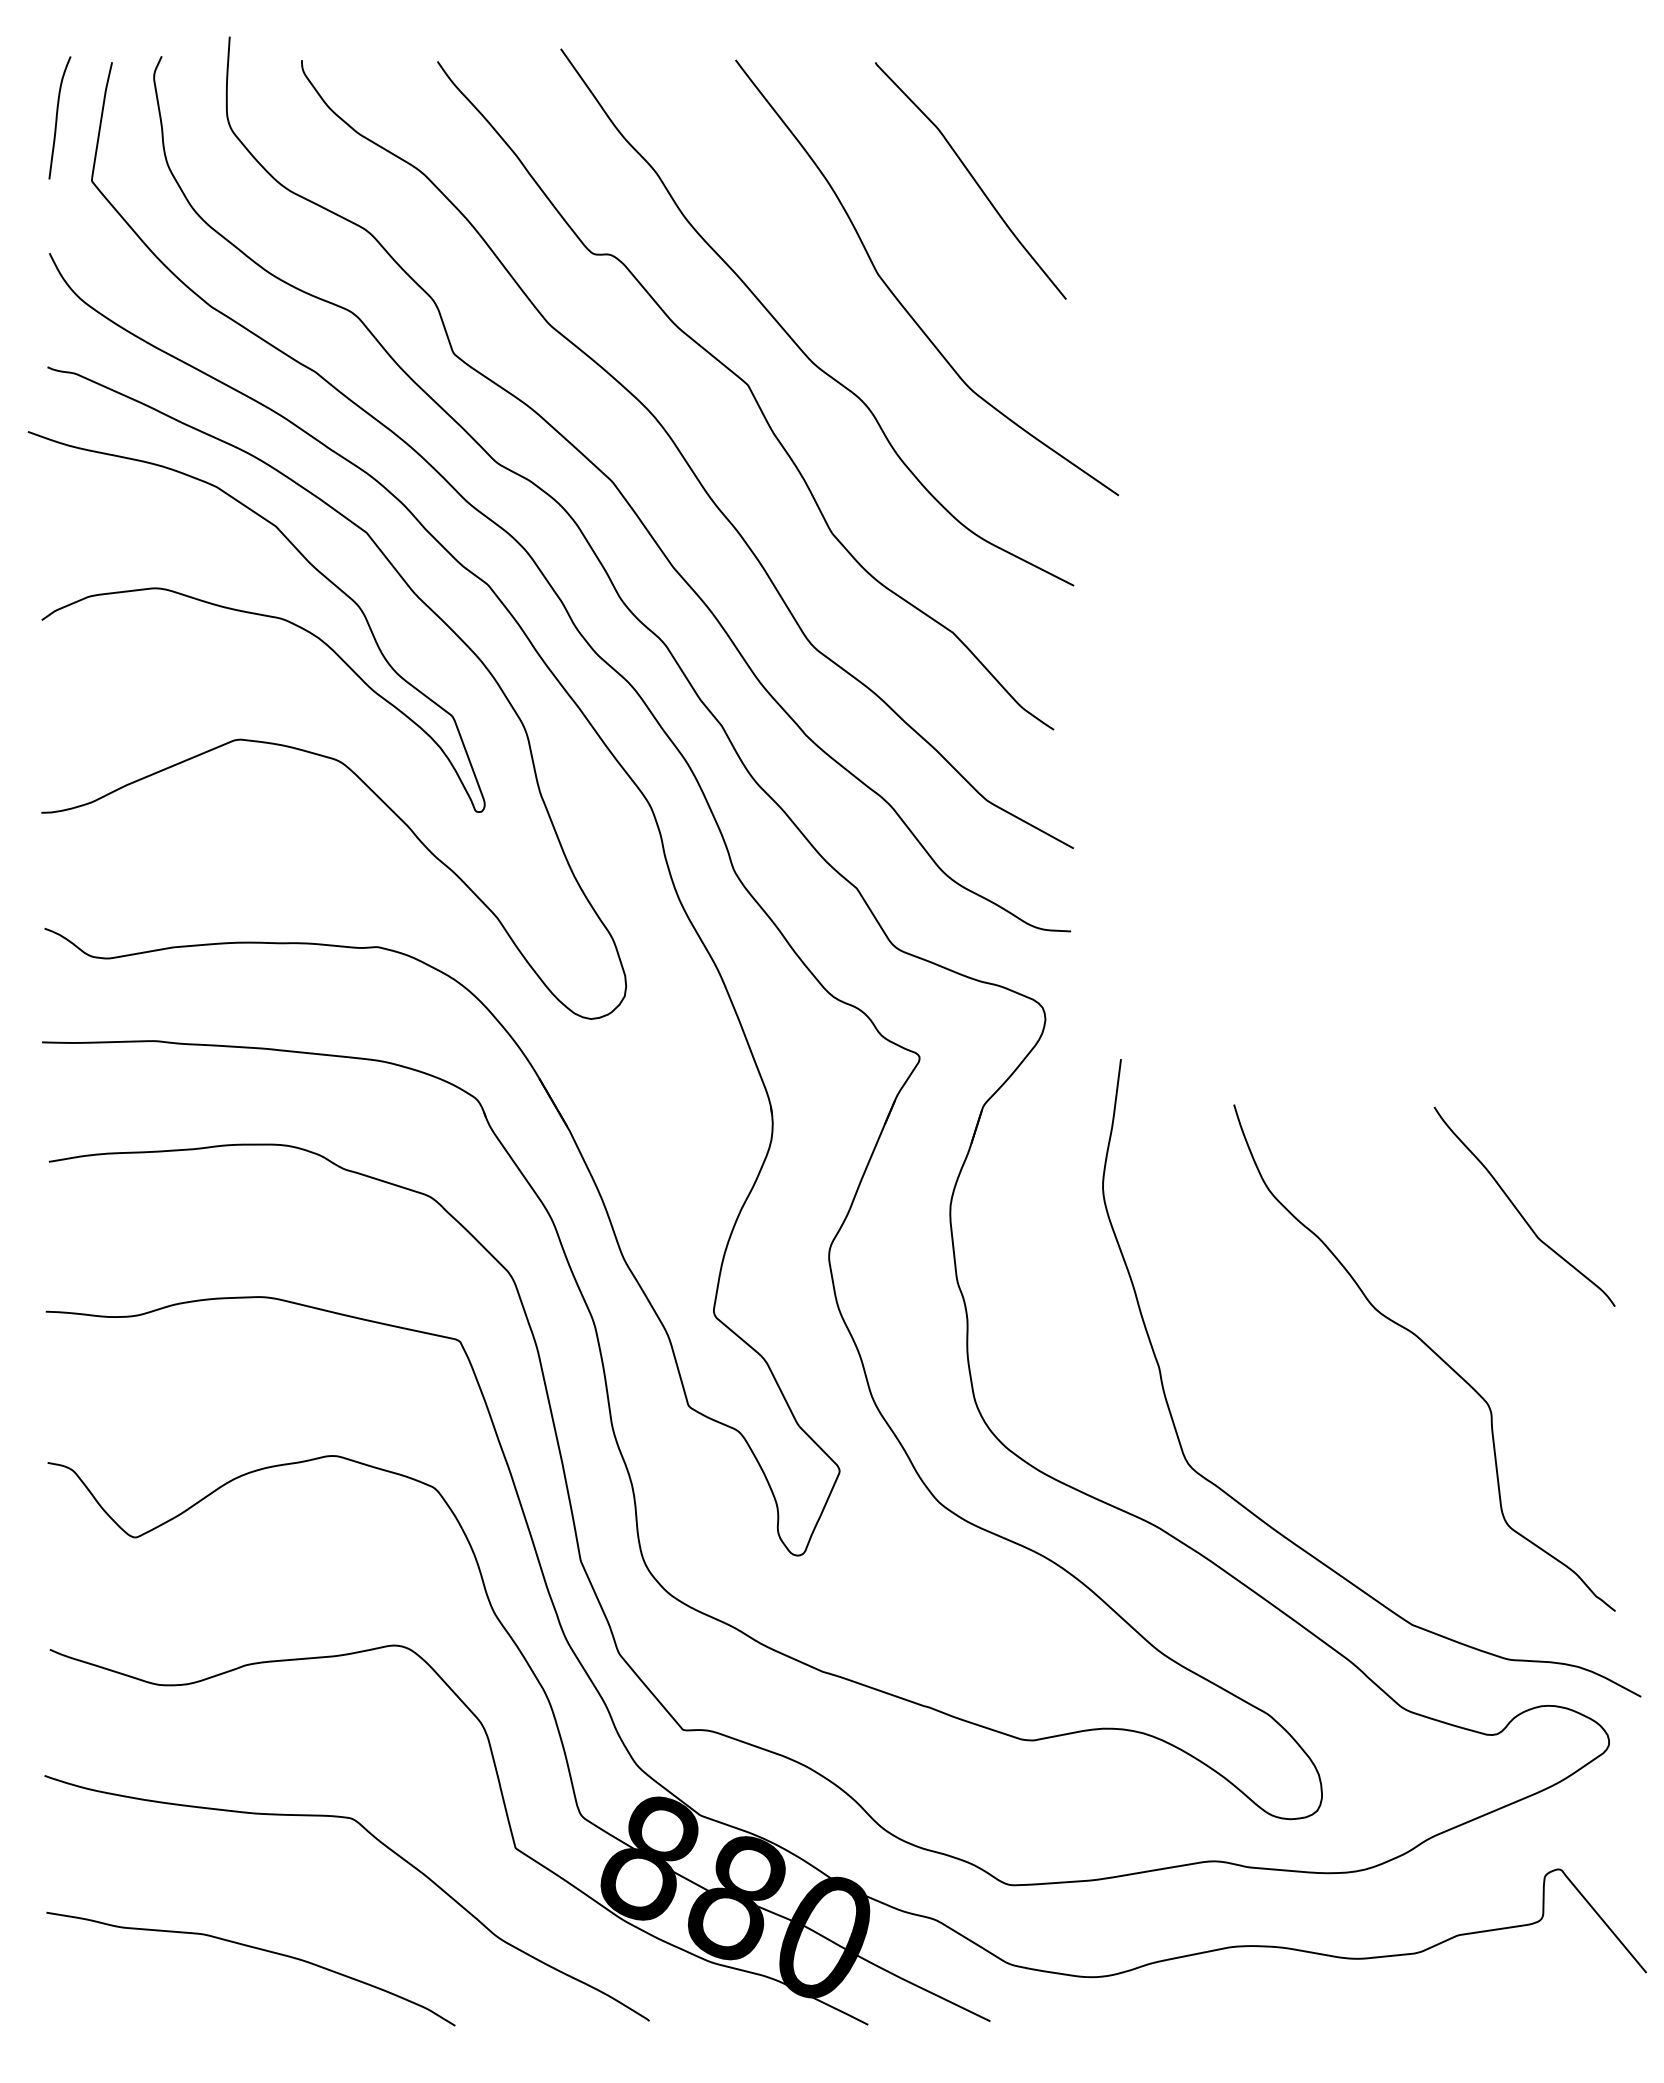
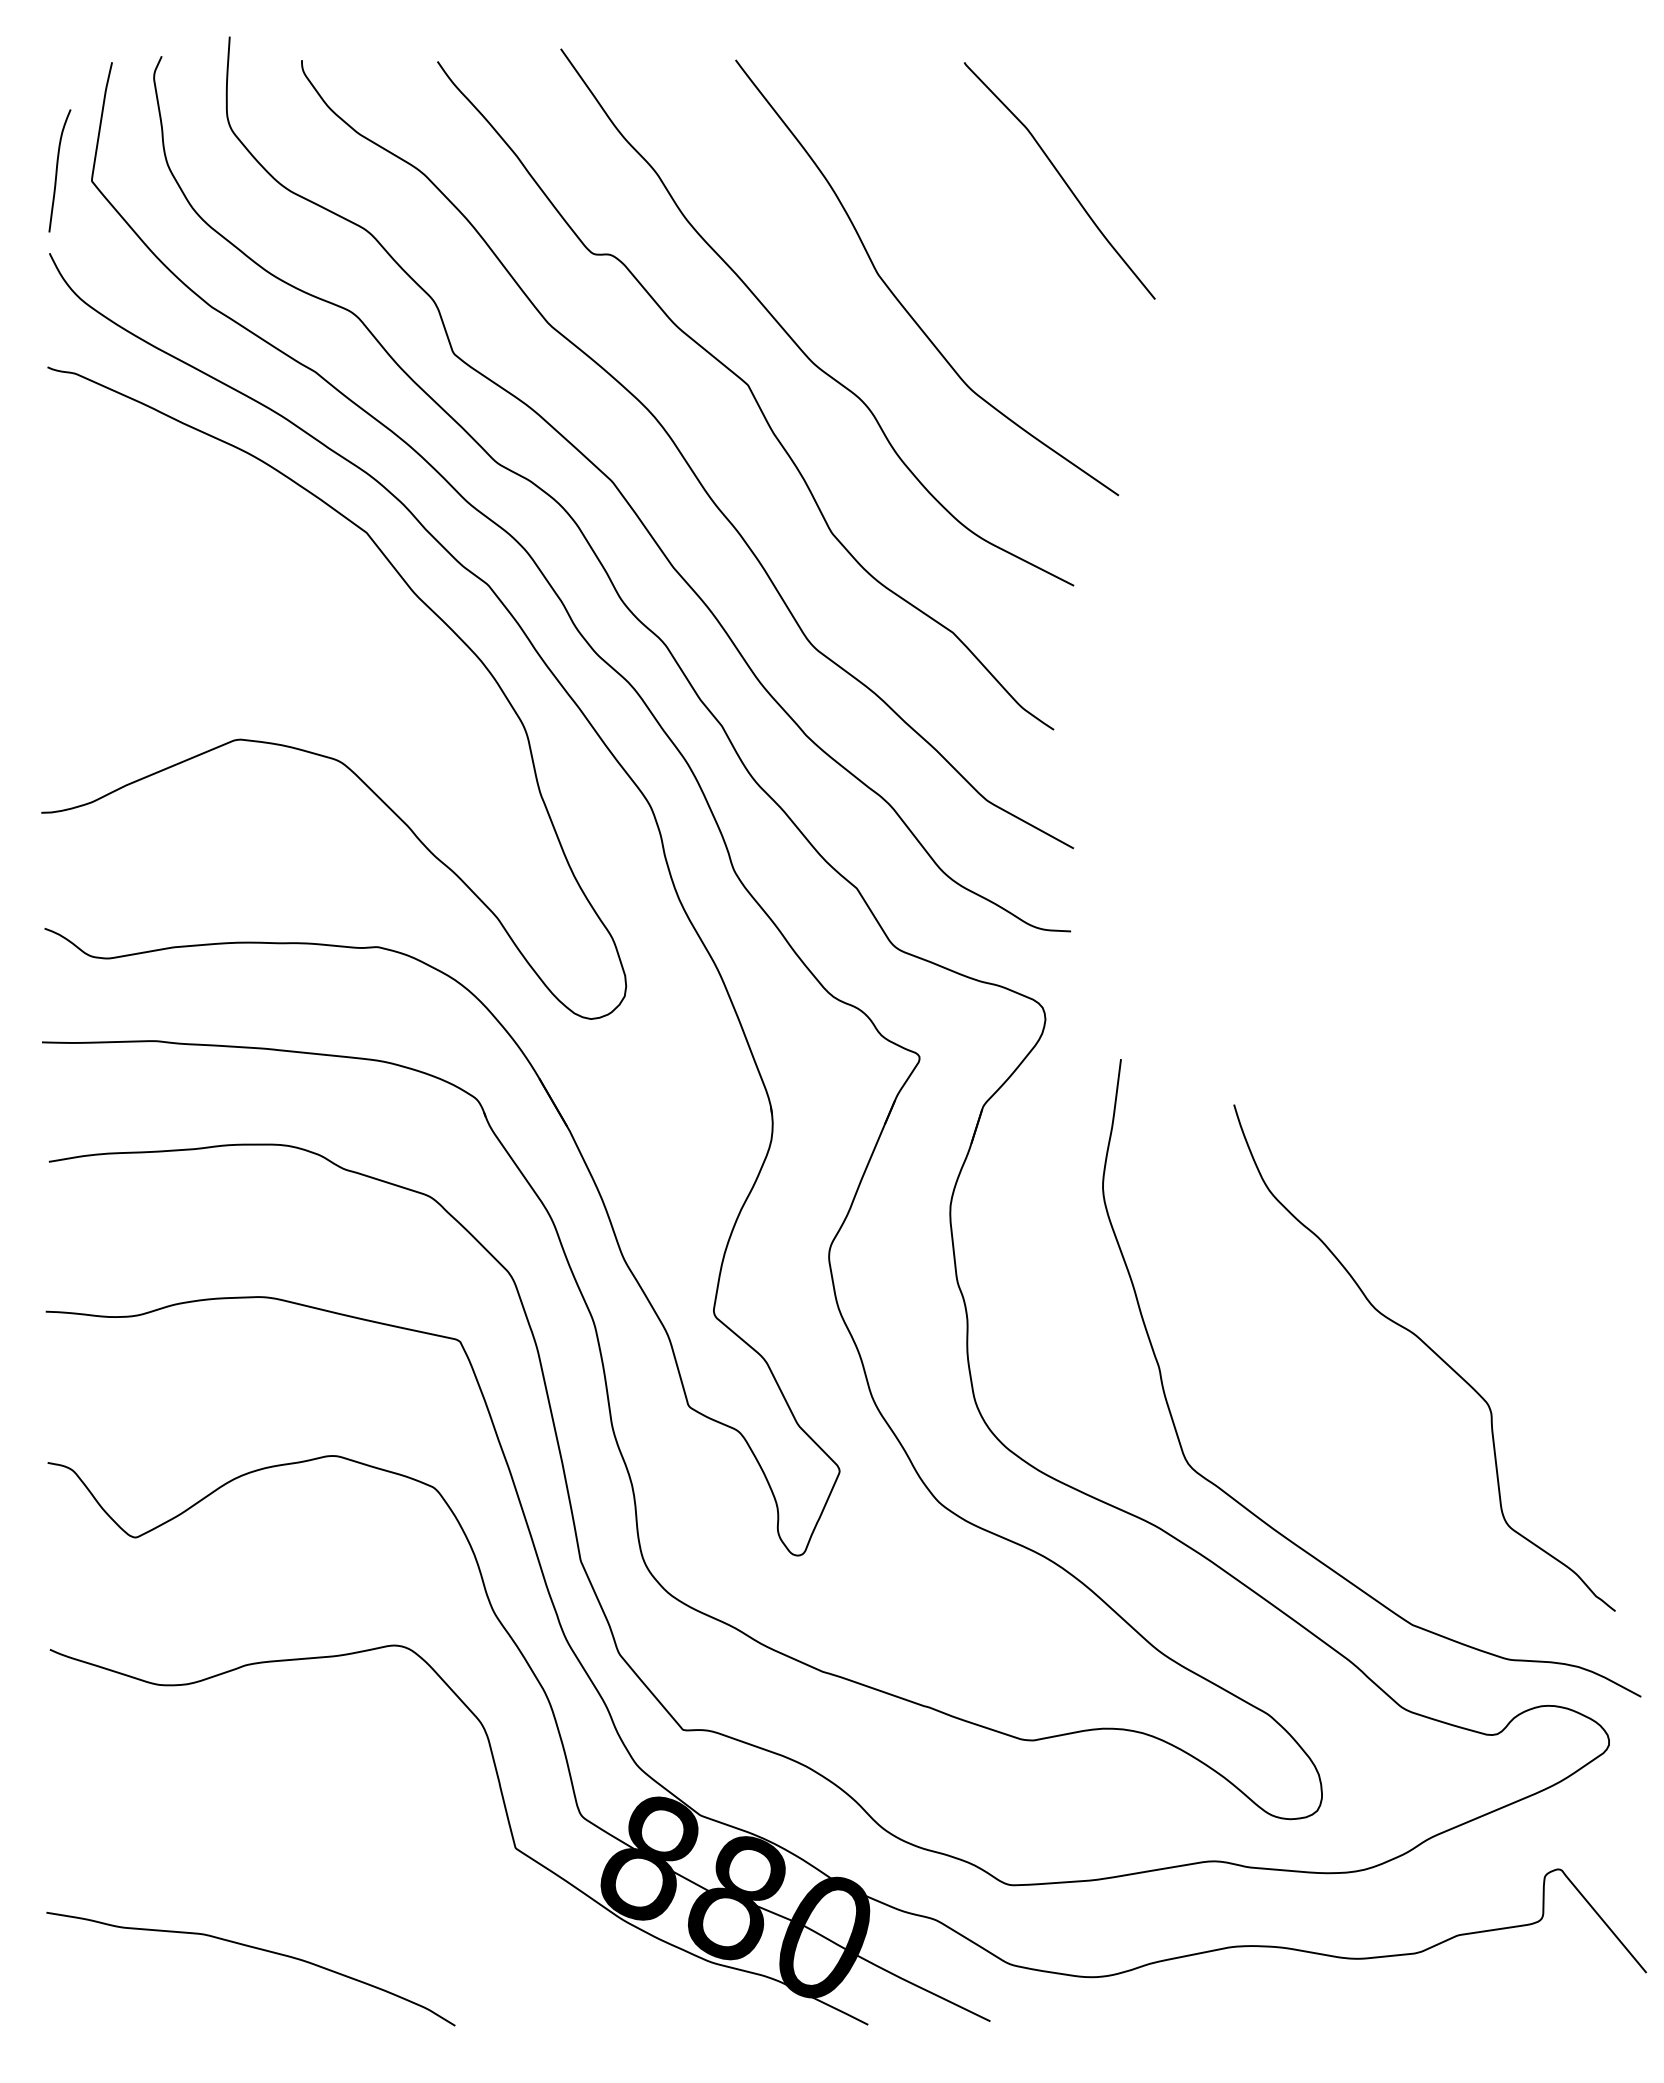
curve at (57, 117) position: (57, 117) -> (57, 170)
curve at (972, 178) position: (972, 178) -> (1061, 178)
curve at (258, 615): present -> none
curve at (1518, 1209): present -> none
curve at (384, 1846): present -> none
